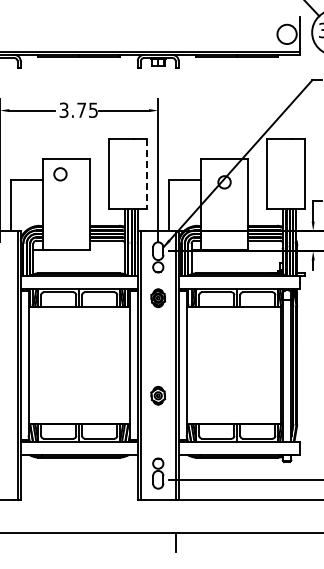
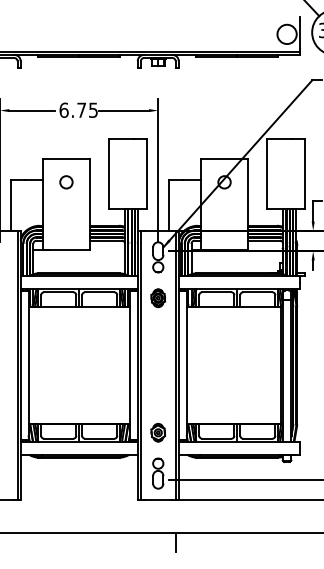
text at (63, 109): 3.75 -> 6.75
circle at (60, 174) position: (60, 174) -> (66, 182)
line at (147, 174): dashed -> solid
part at (158, 395) position: (158, 395) -> (158, 432)
